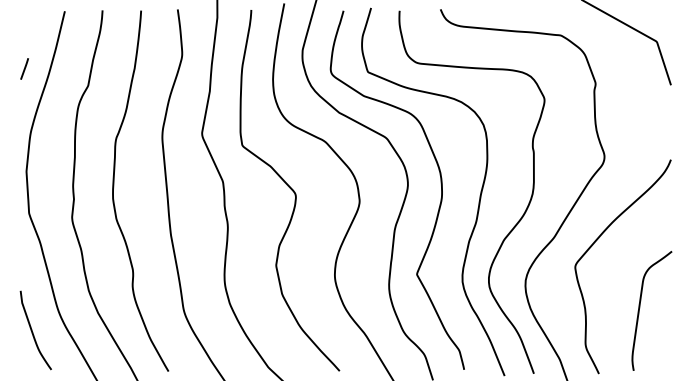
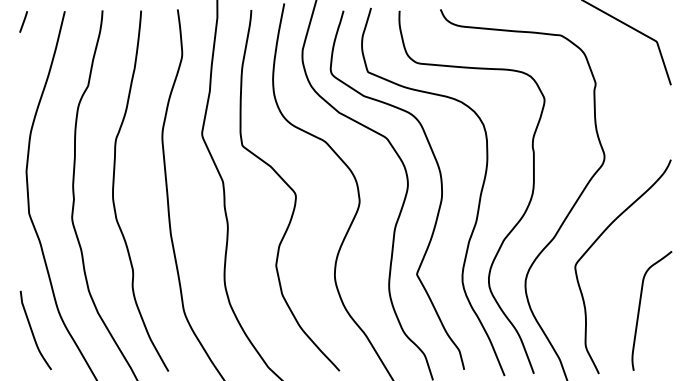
line at (24, 68) position: (24, 68) -> (23, 21)
